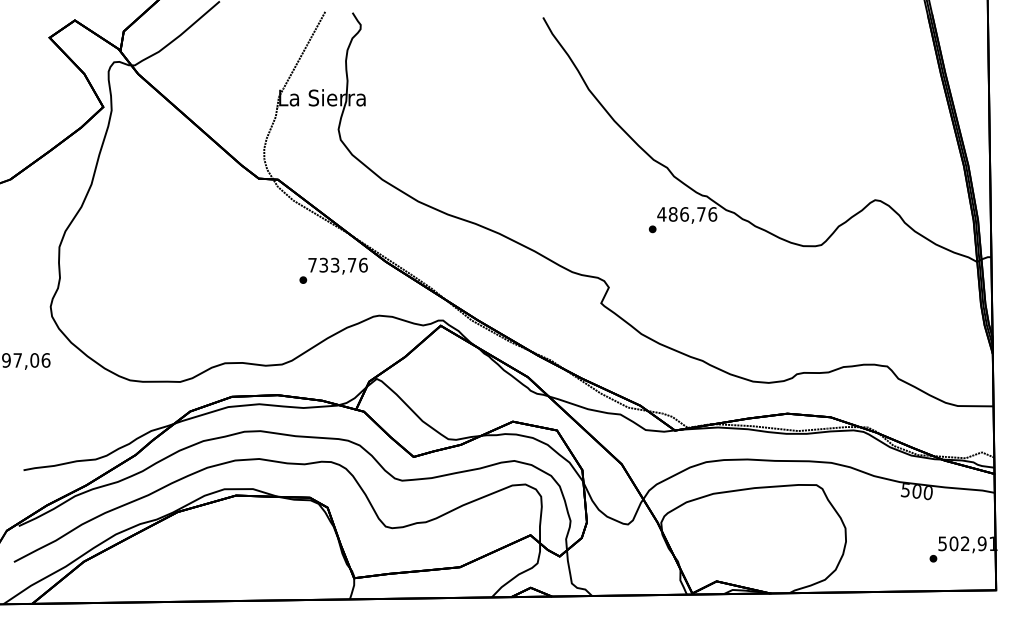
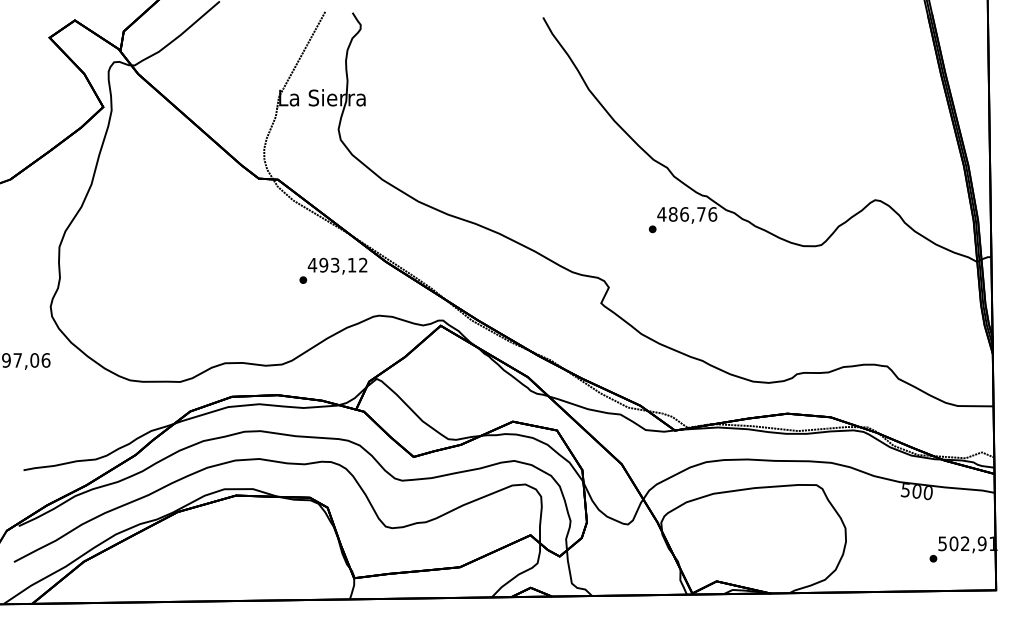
text at (337, 264): 733,76 -> 493,12
